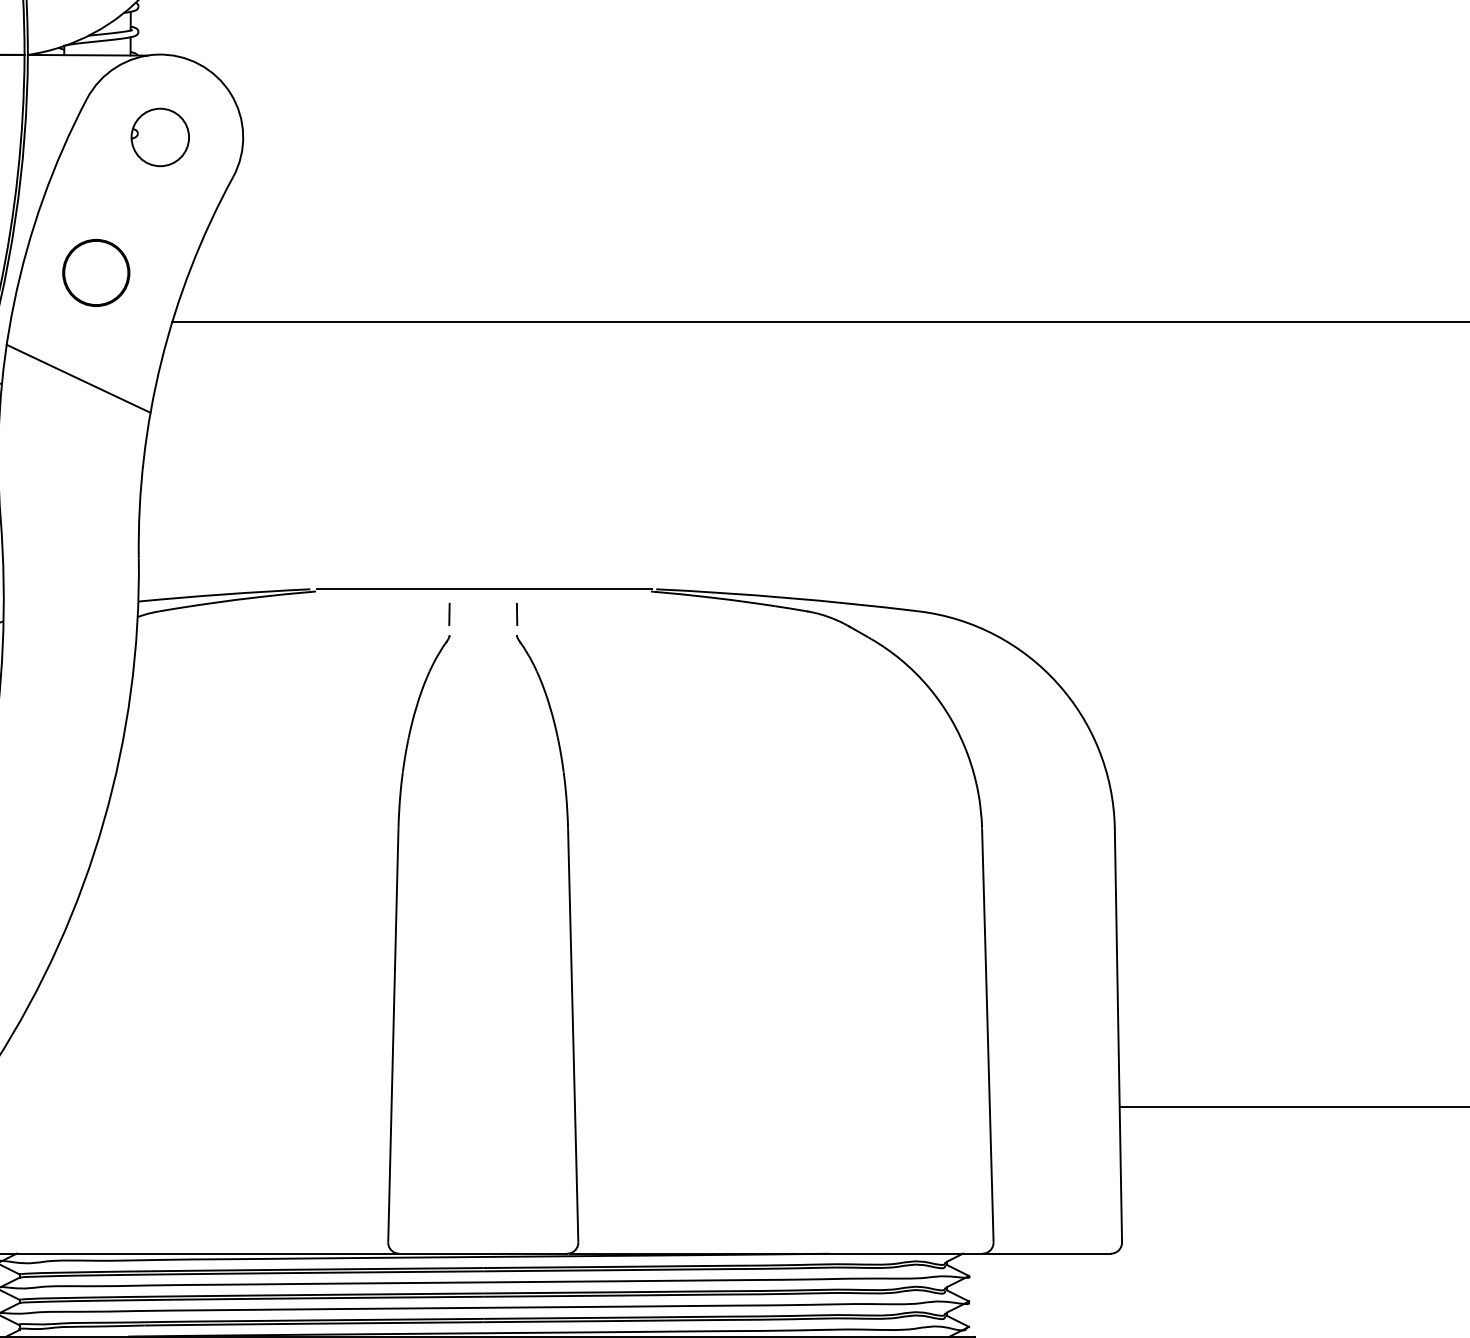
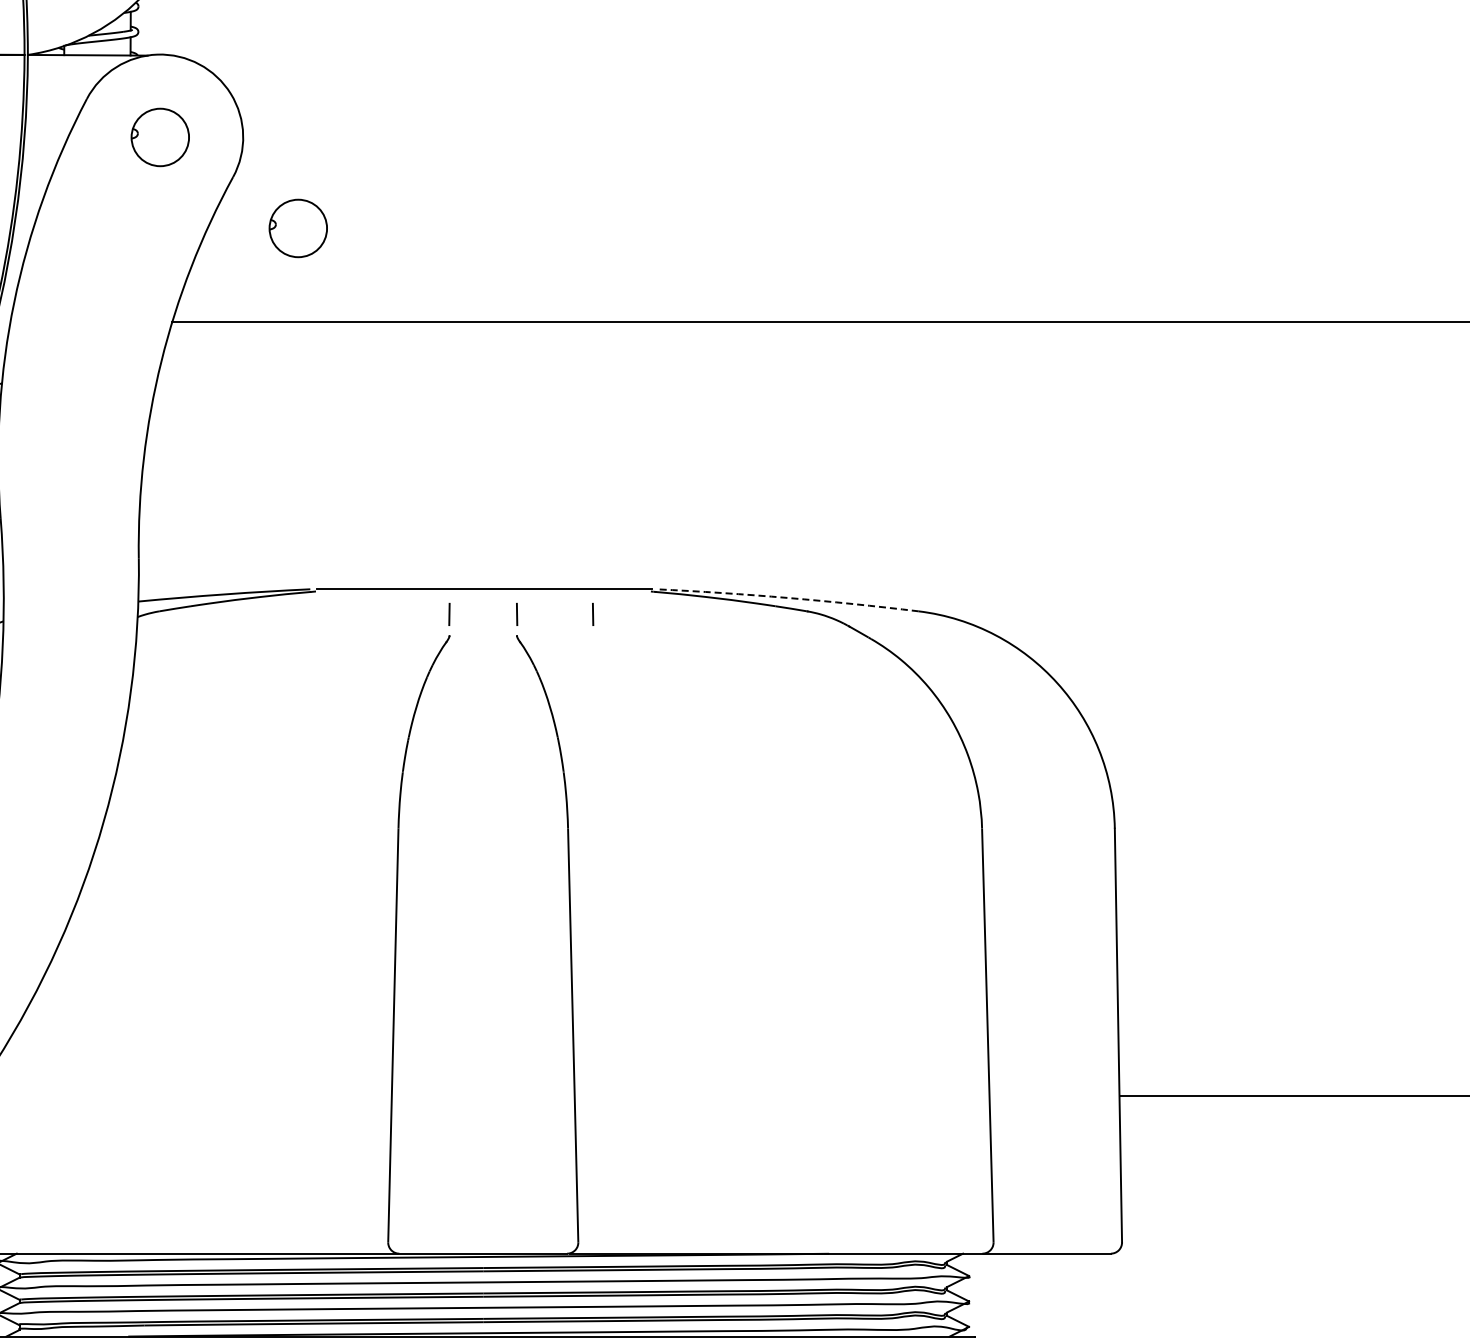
part at (297, 228): none -> present
part at (96, 272): present -> none
line at (78, 378): present -> none
arc at (787, 597): solid -> dashed
line at (593, 614): none -> present
line at (1292, 1106) position: (1292, 1106) -> (1292, 1095)
